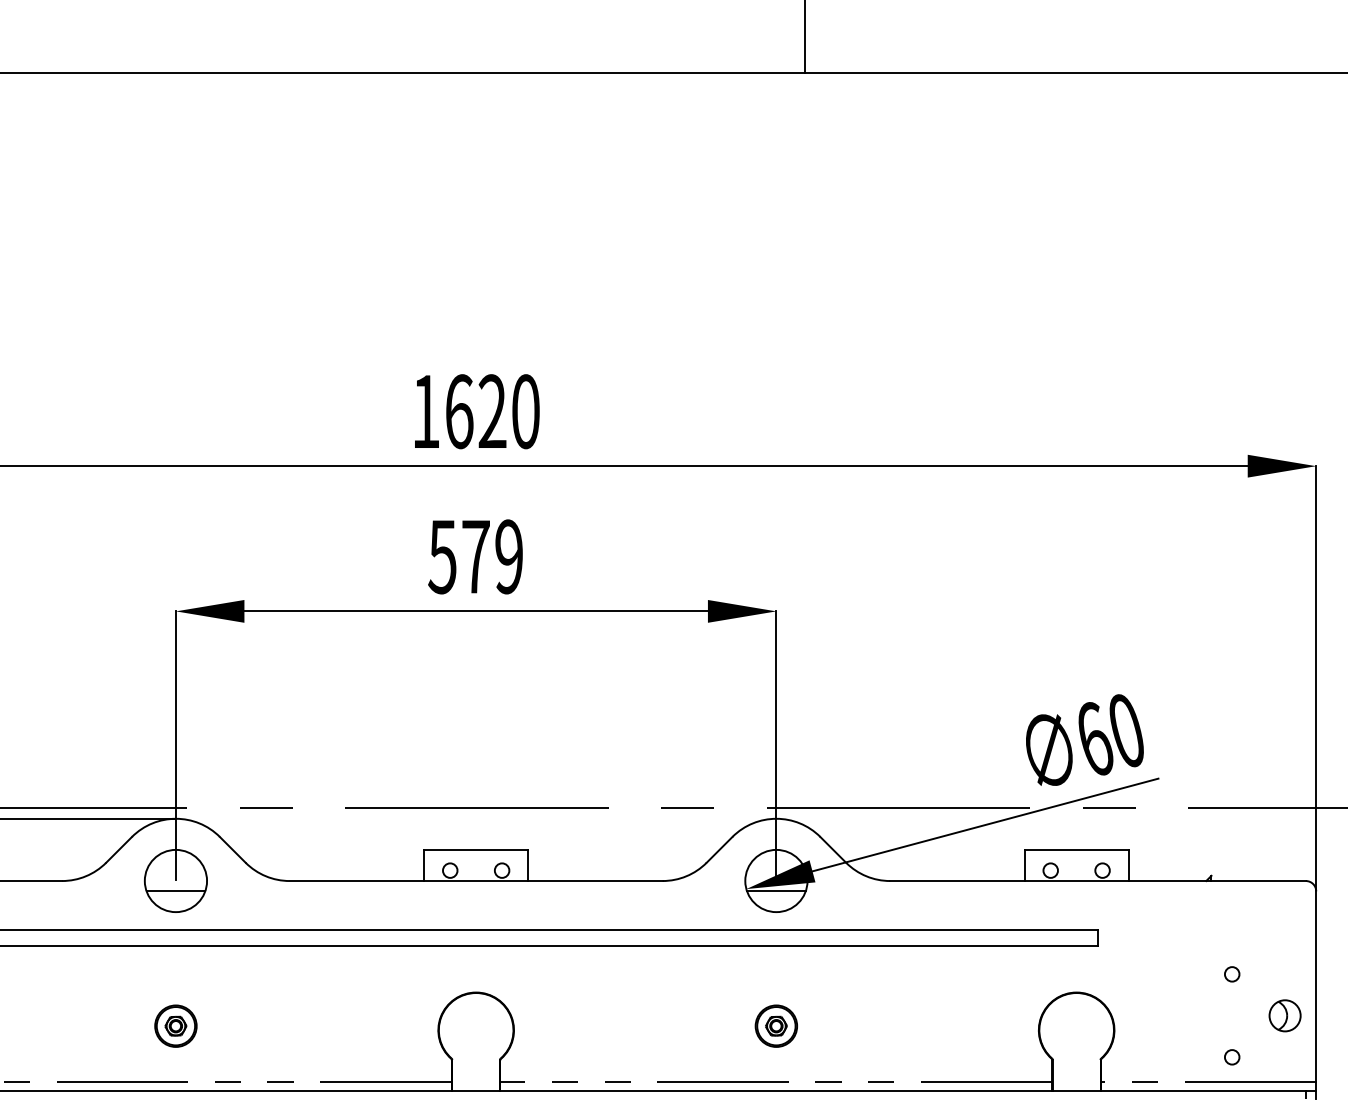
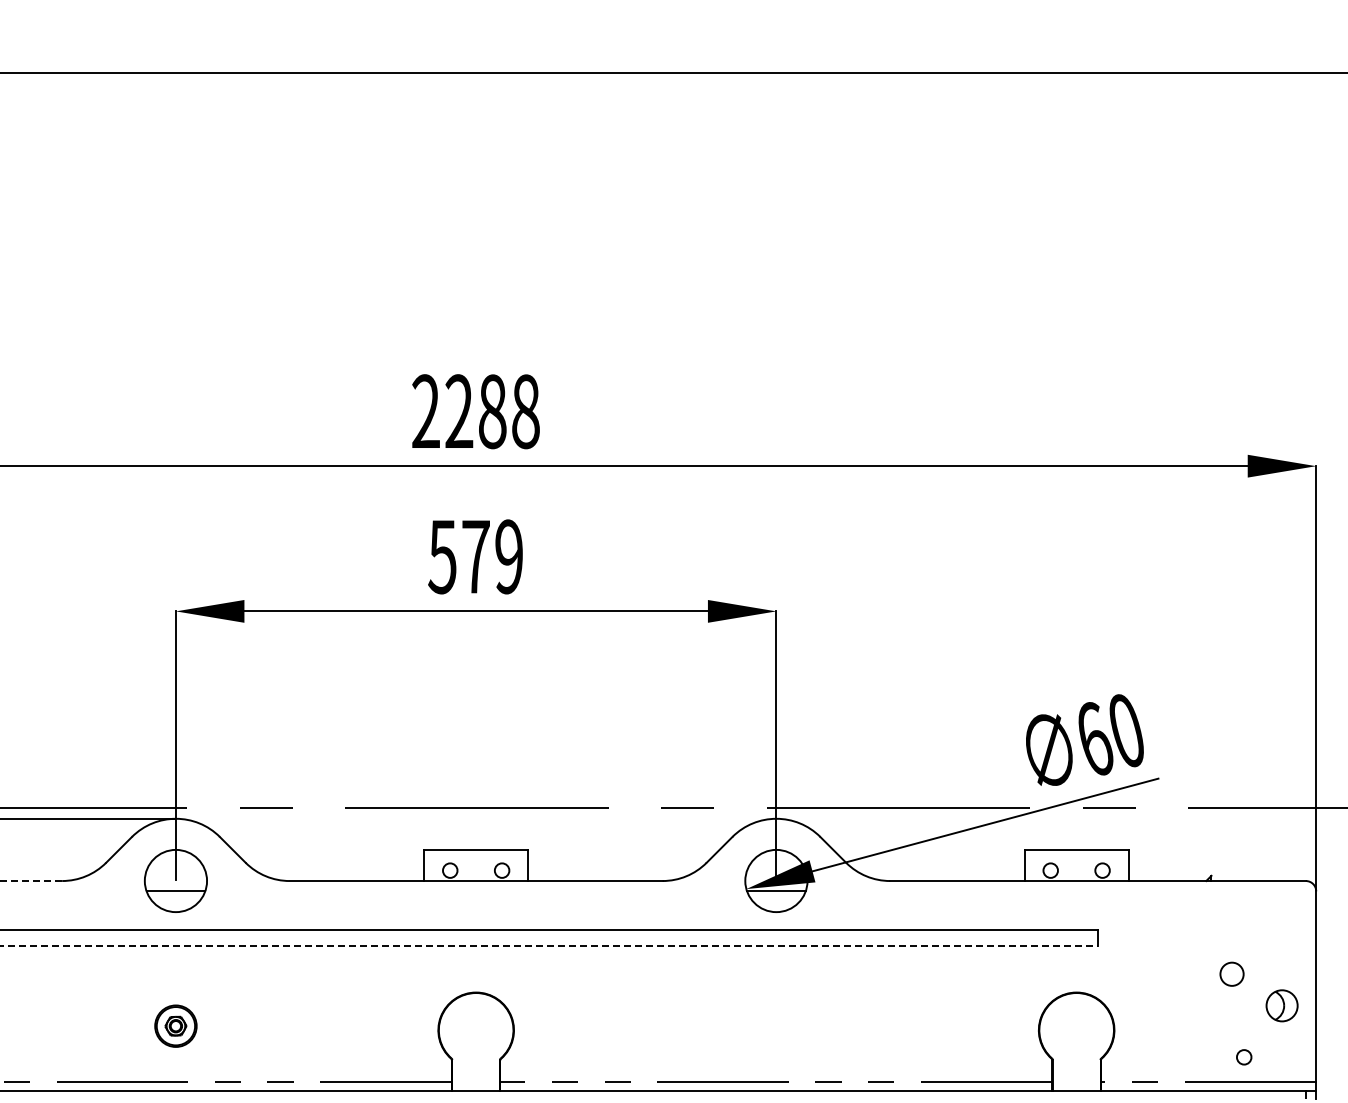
line at (804, 37): present -> none
text at (475, 411): 1620 -> 2288
line at (31, 881): solid -> dashed
line at (549, 946): solid -> dashed
circle at (1232, 974) size: 17x17 px -> 26x26 px
part at (1284, 1015) position: (1284, 1015) -> (1281, 1005)
part at (775, 1025): present -> none
circle at (1232, 1057) position: (1232, 1057) -> (1244, 1057)
